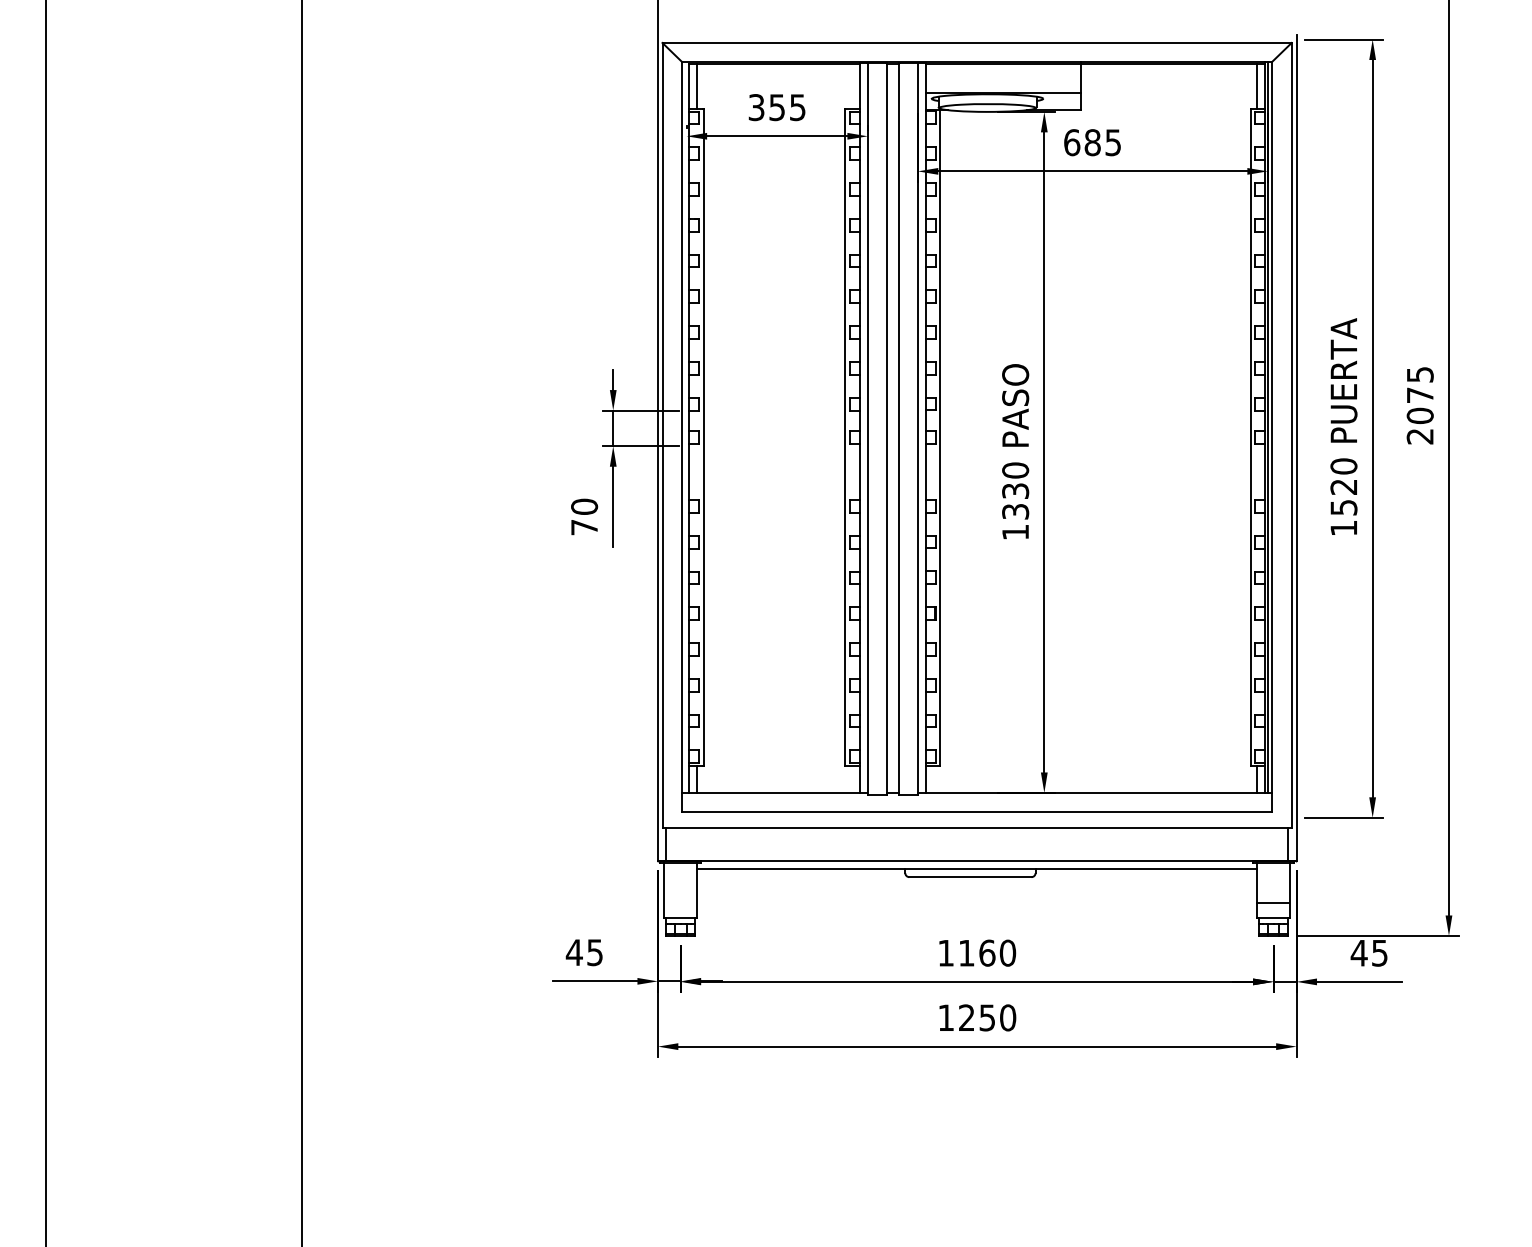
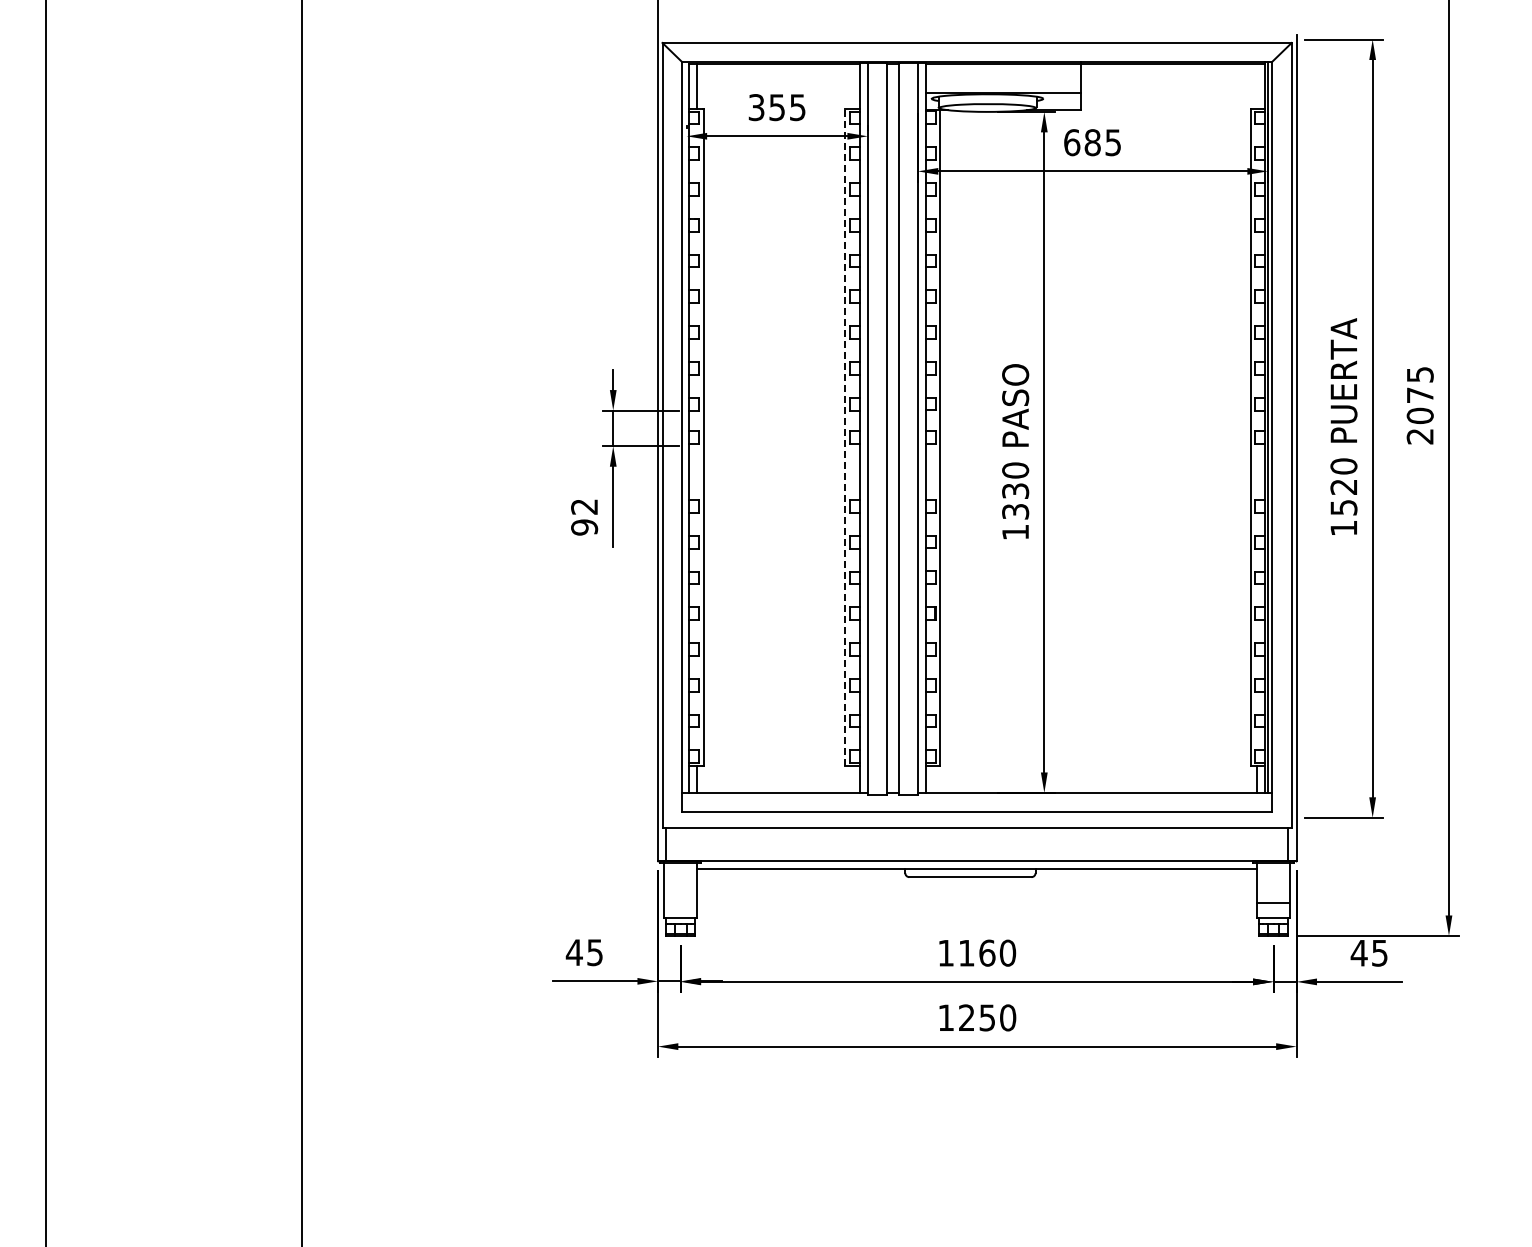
line at (1257, 86): present -> none
line at (845, 436): solid -> dashed
text at (584, 516): 70 -> 92
